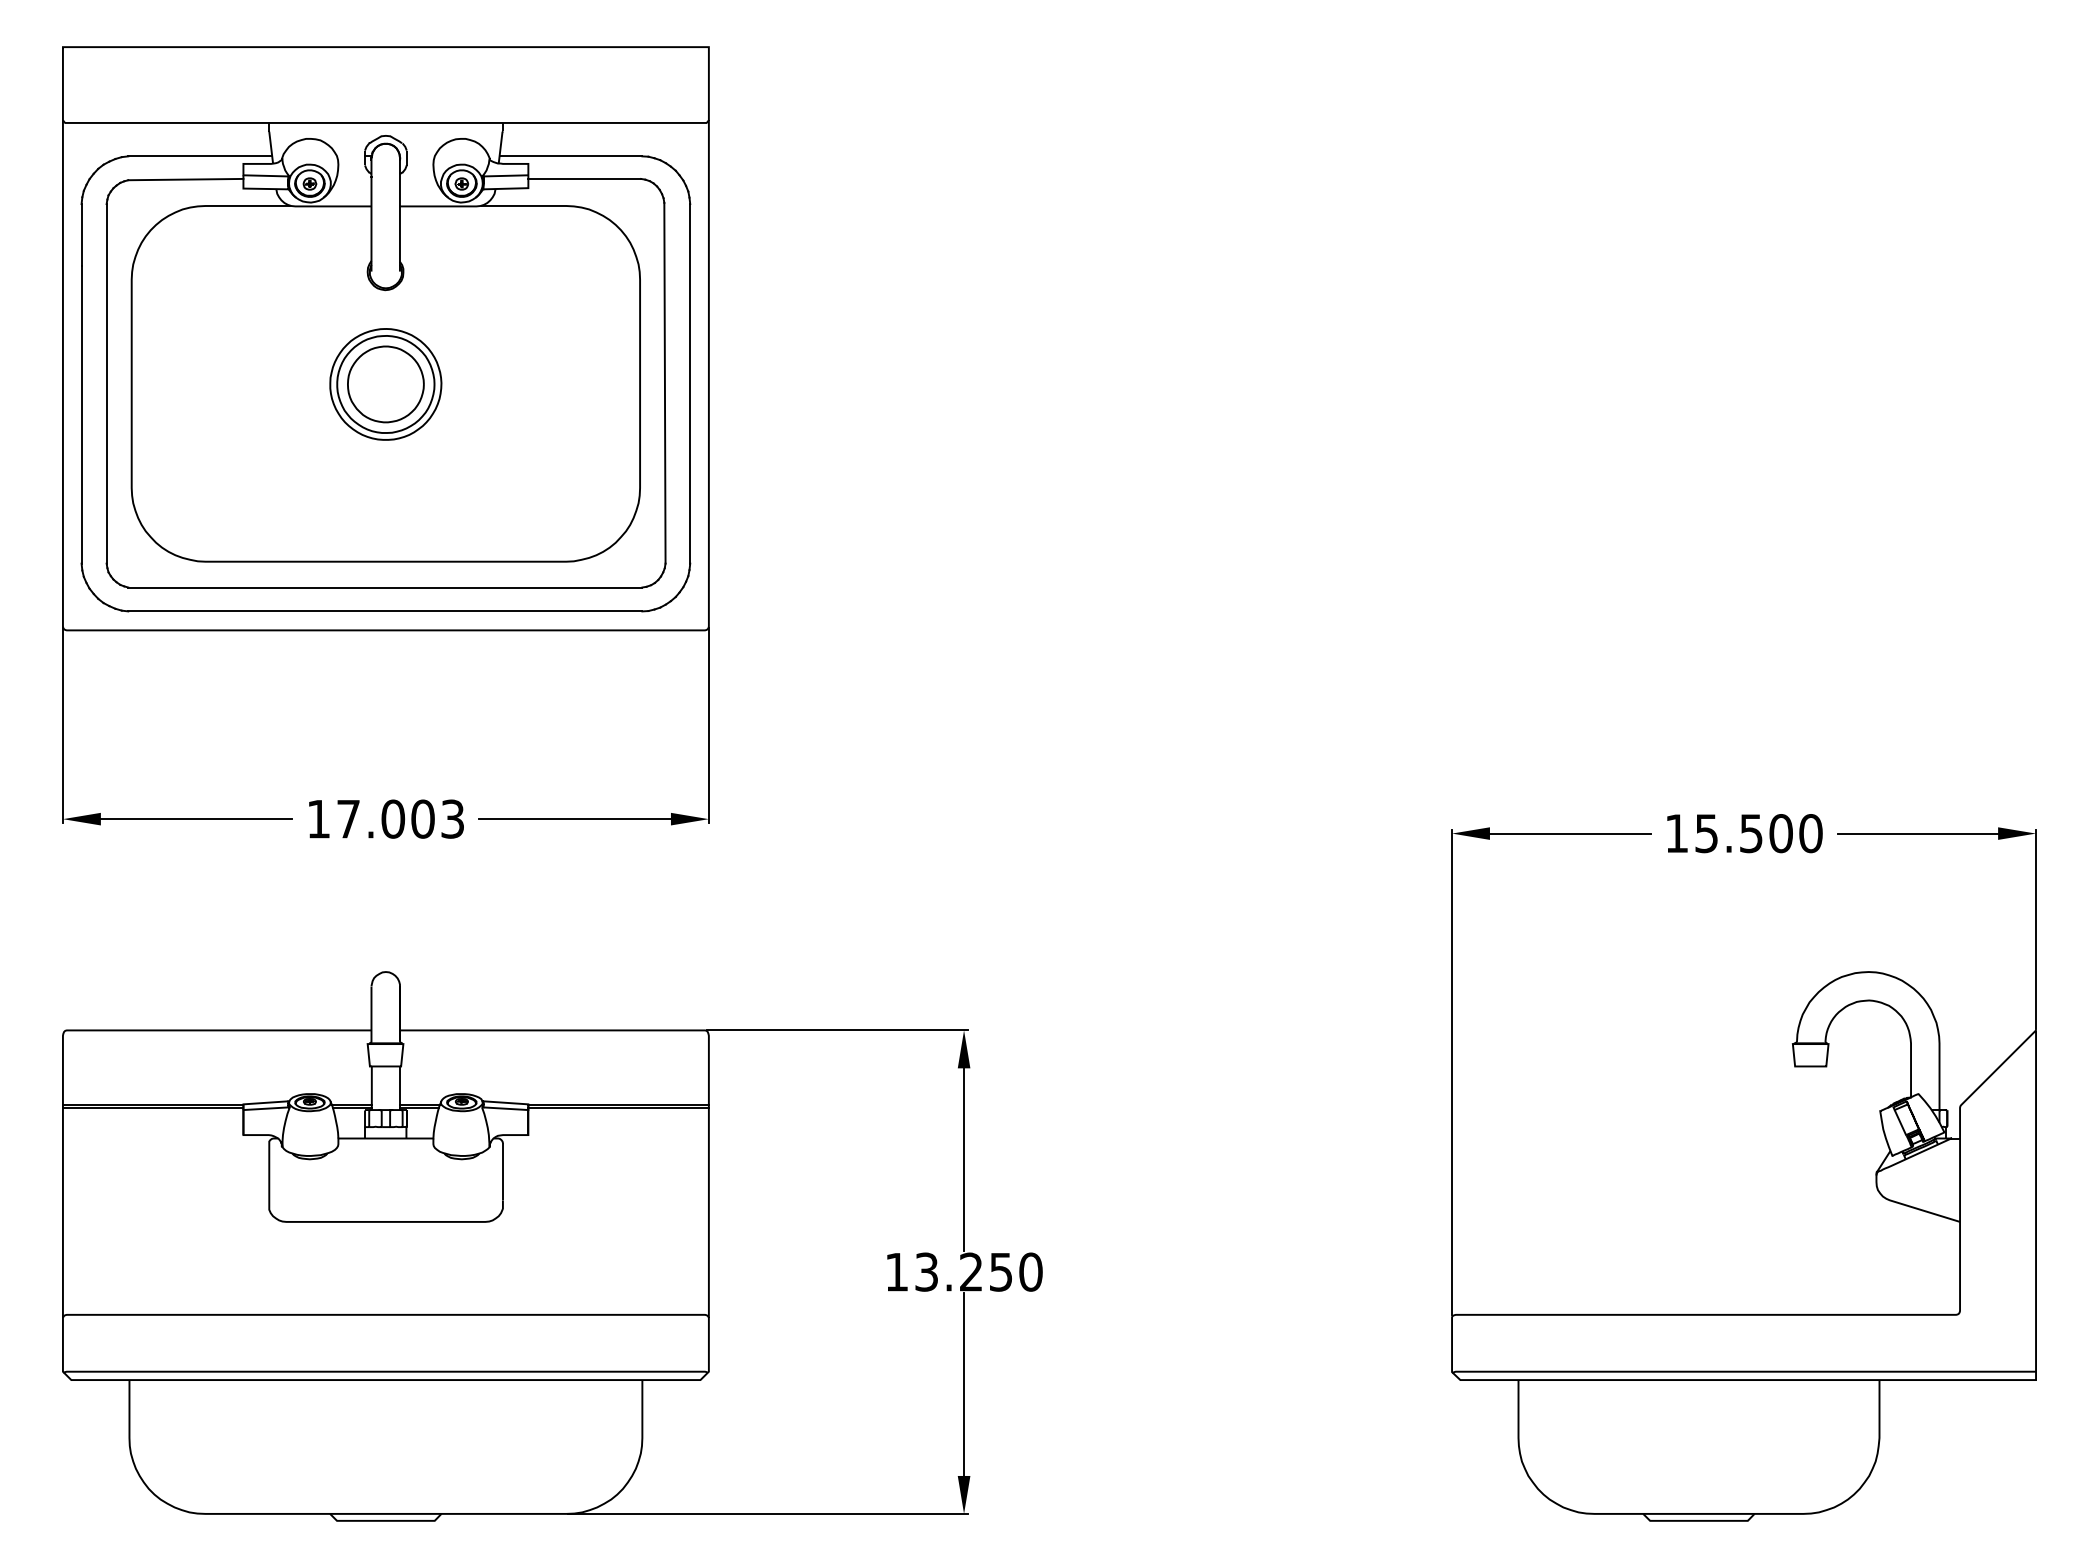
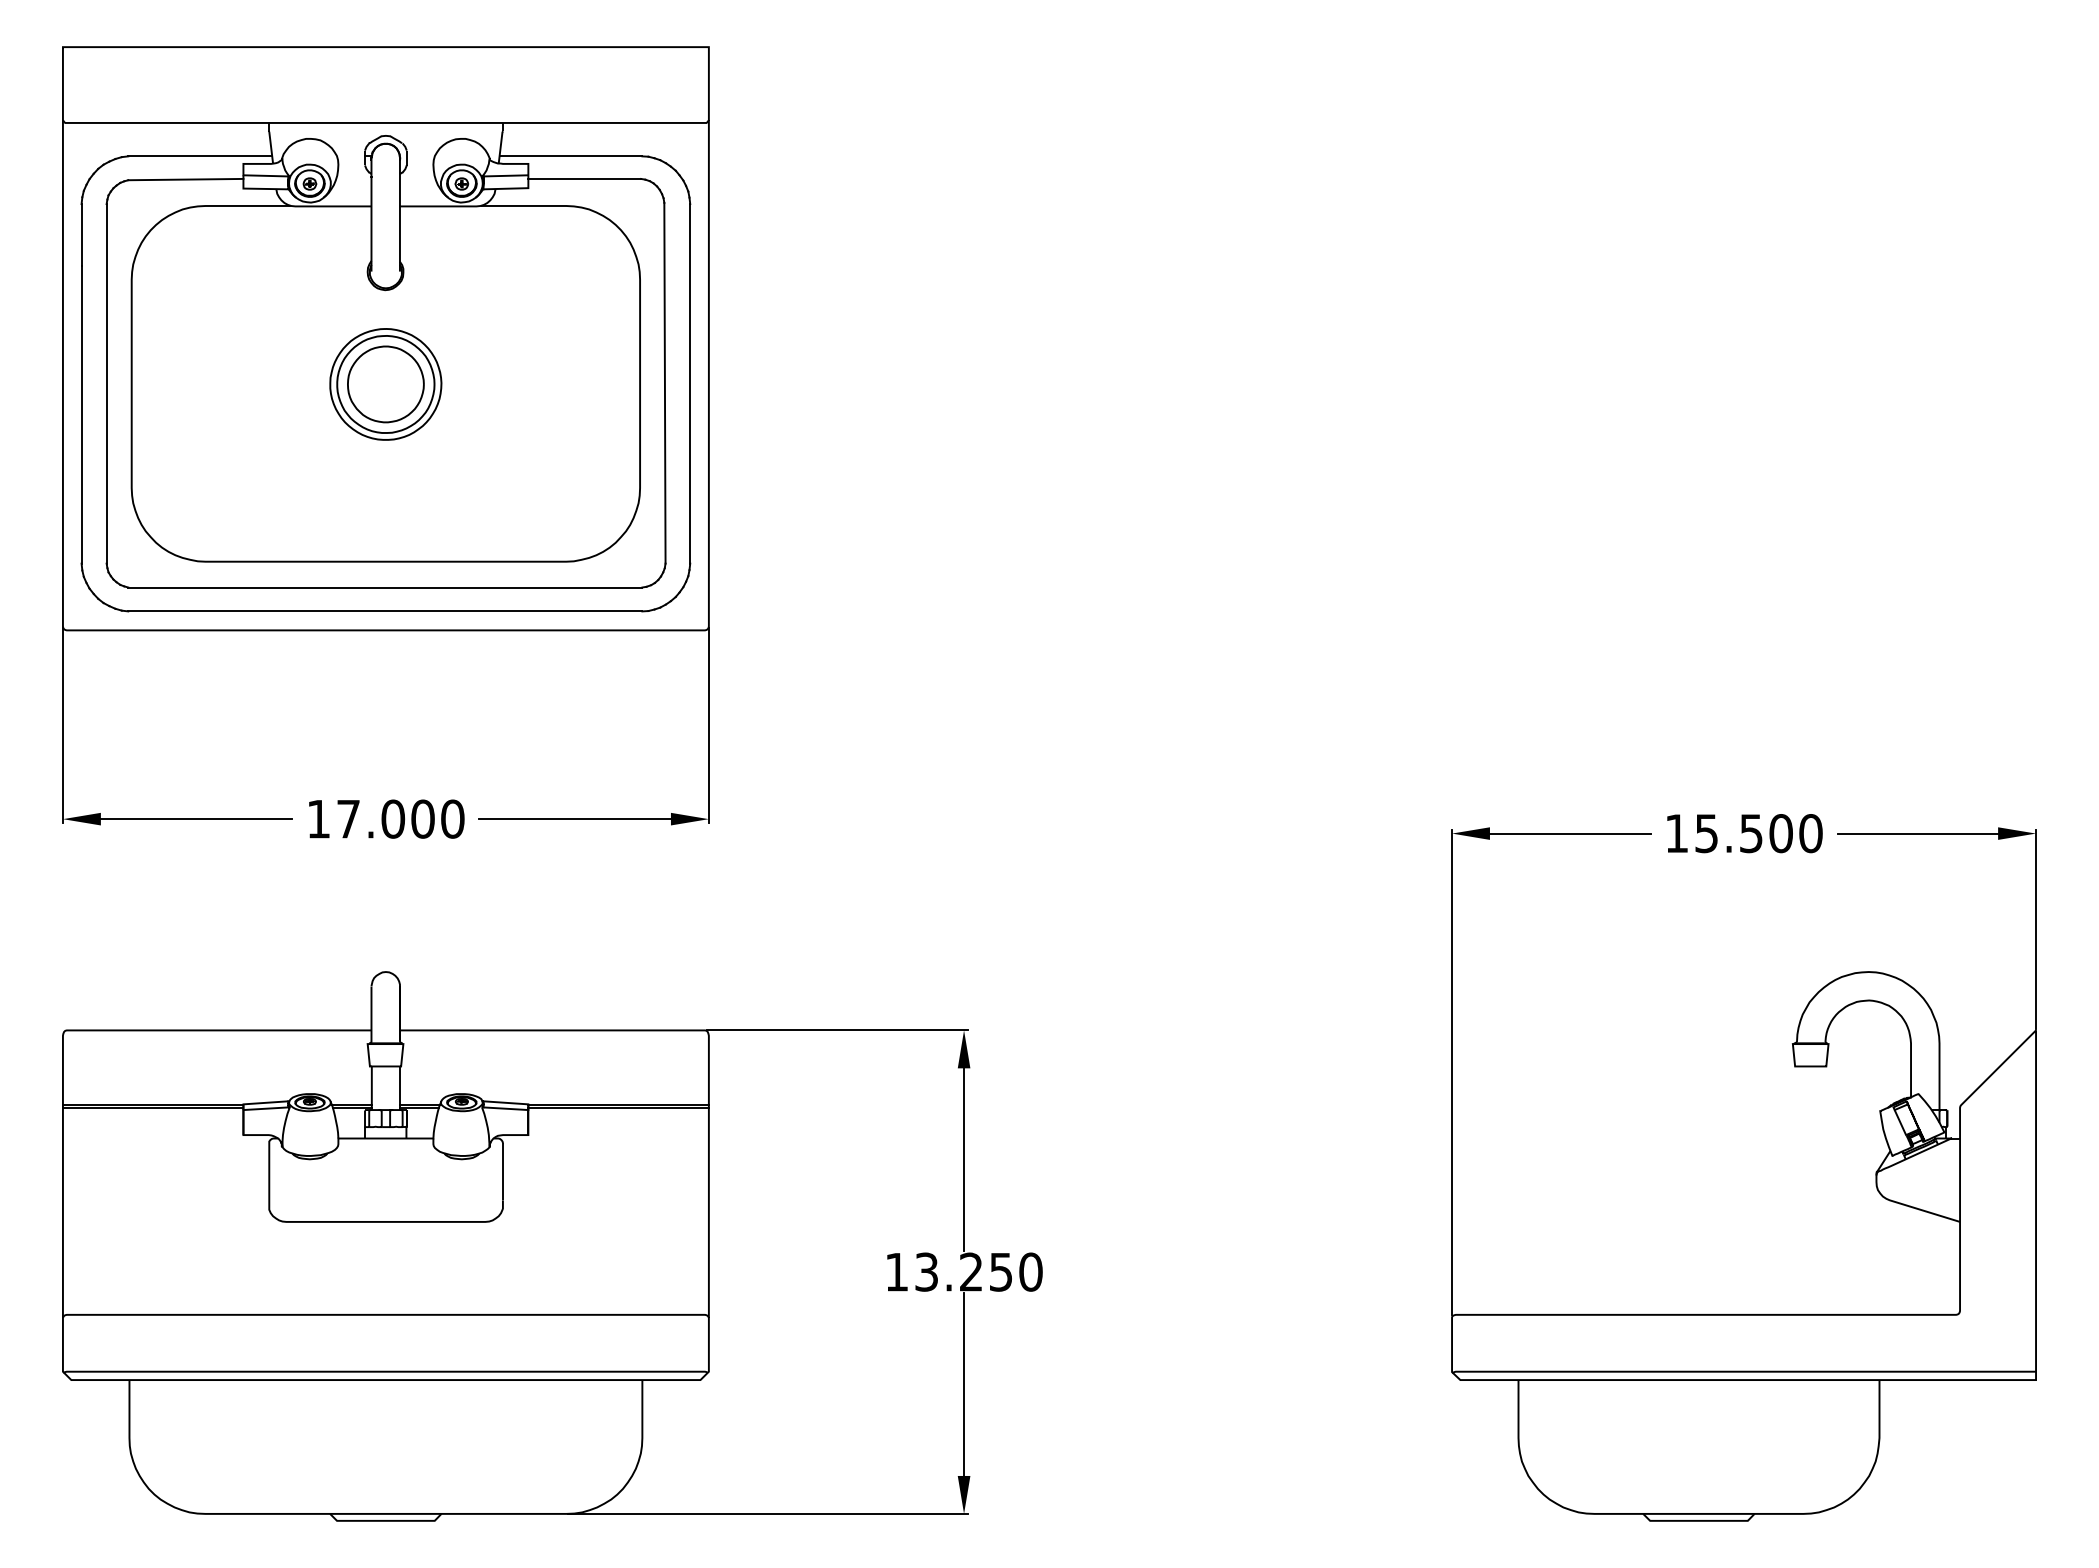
text at (452, 818): 17.003 -> 17.000
